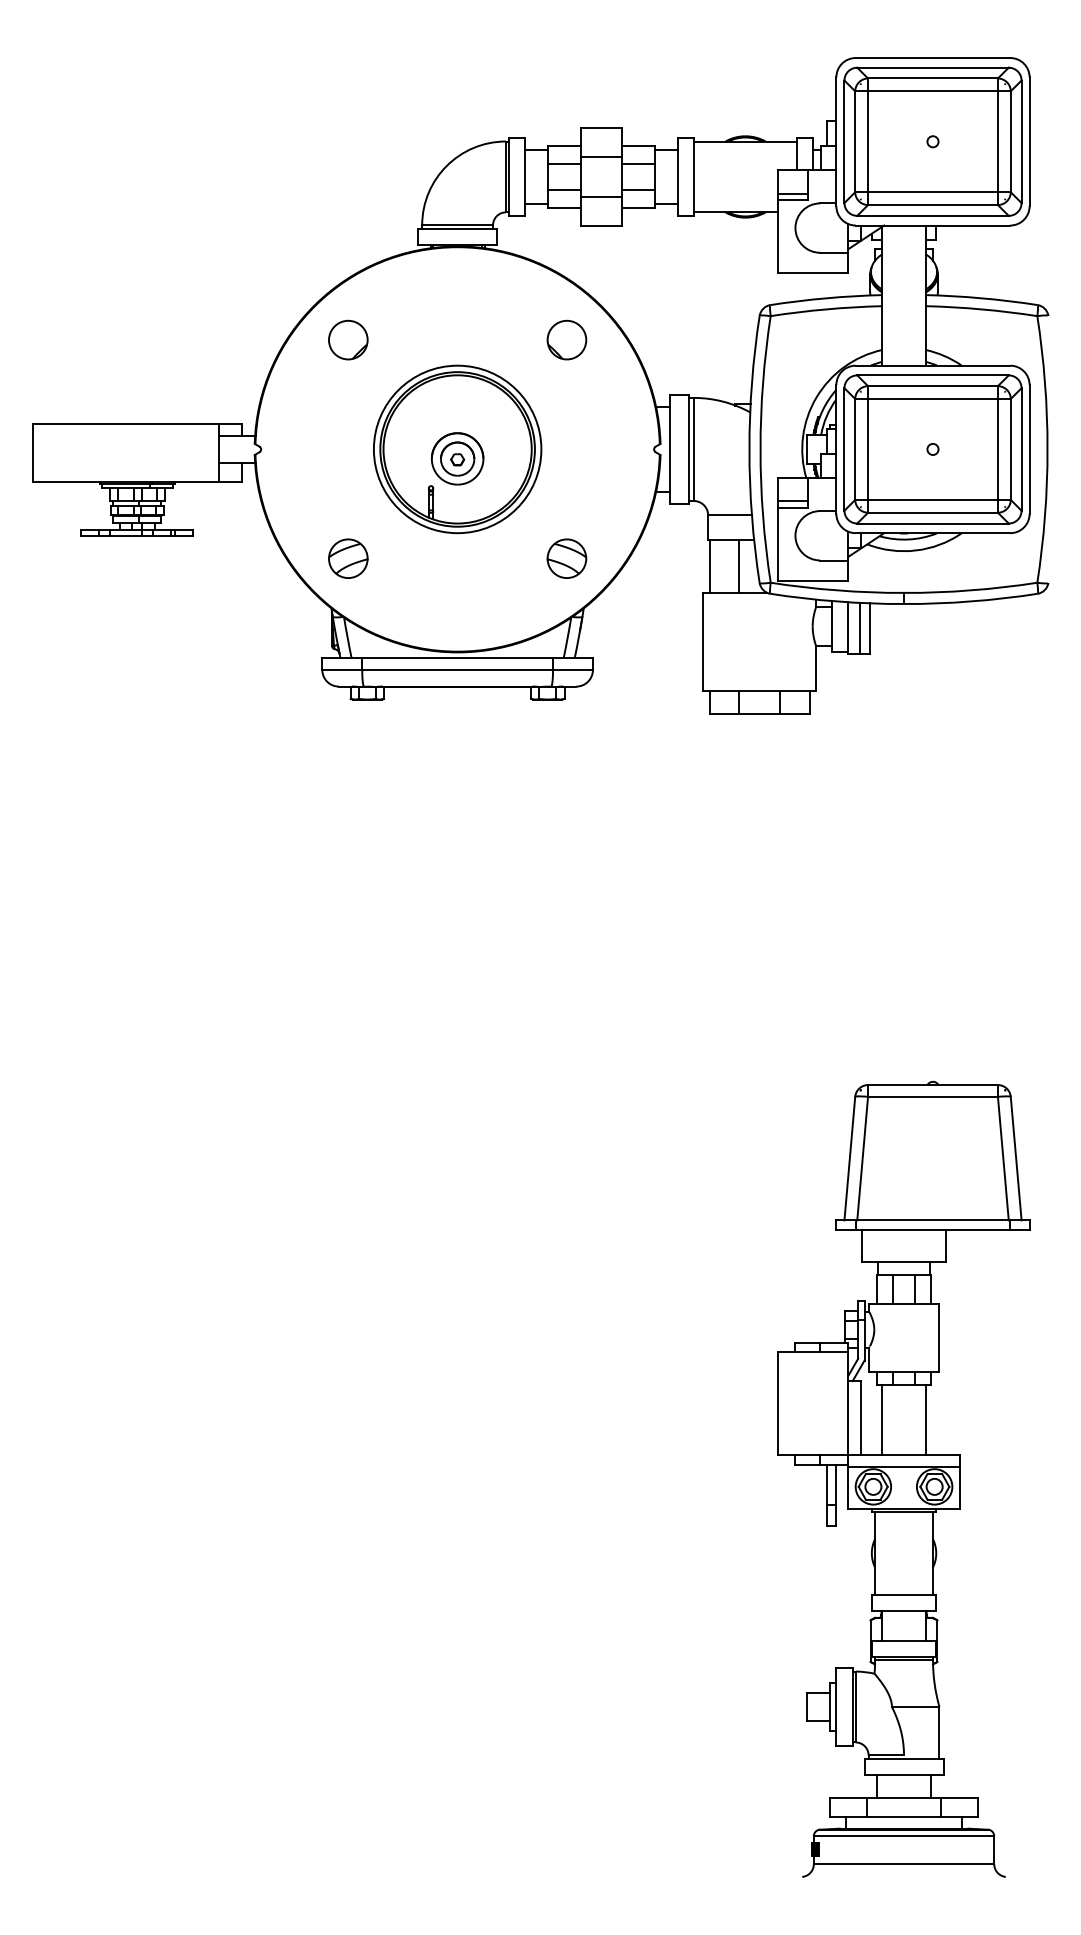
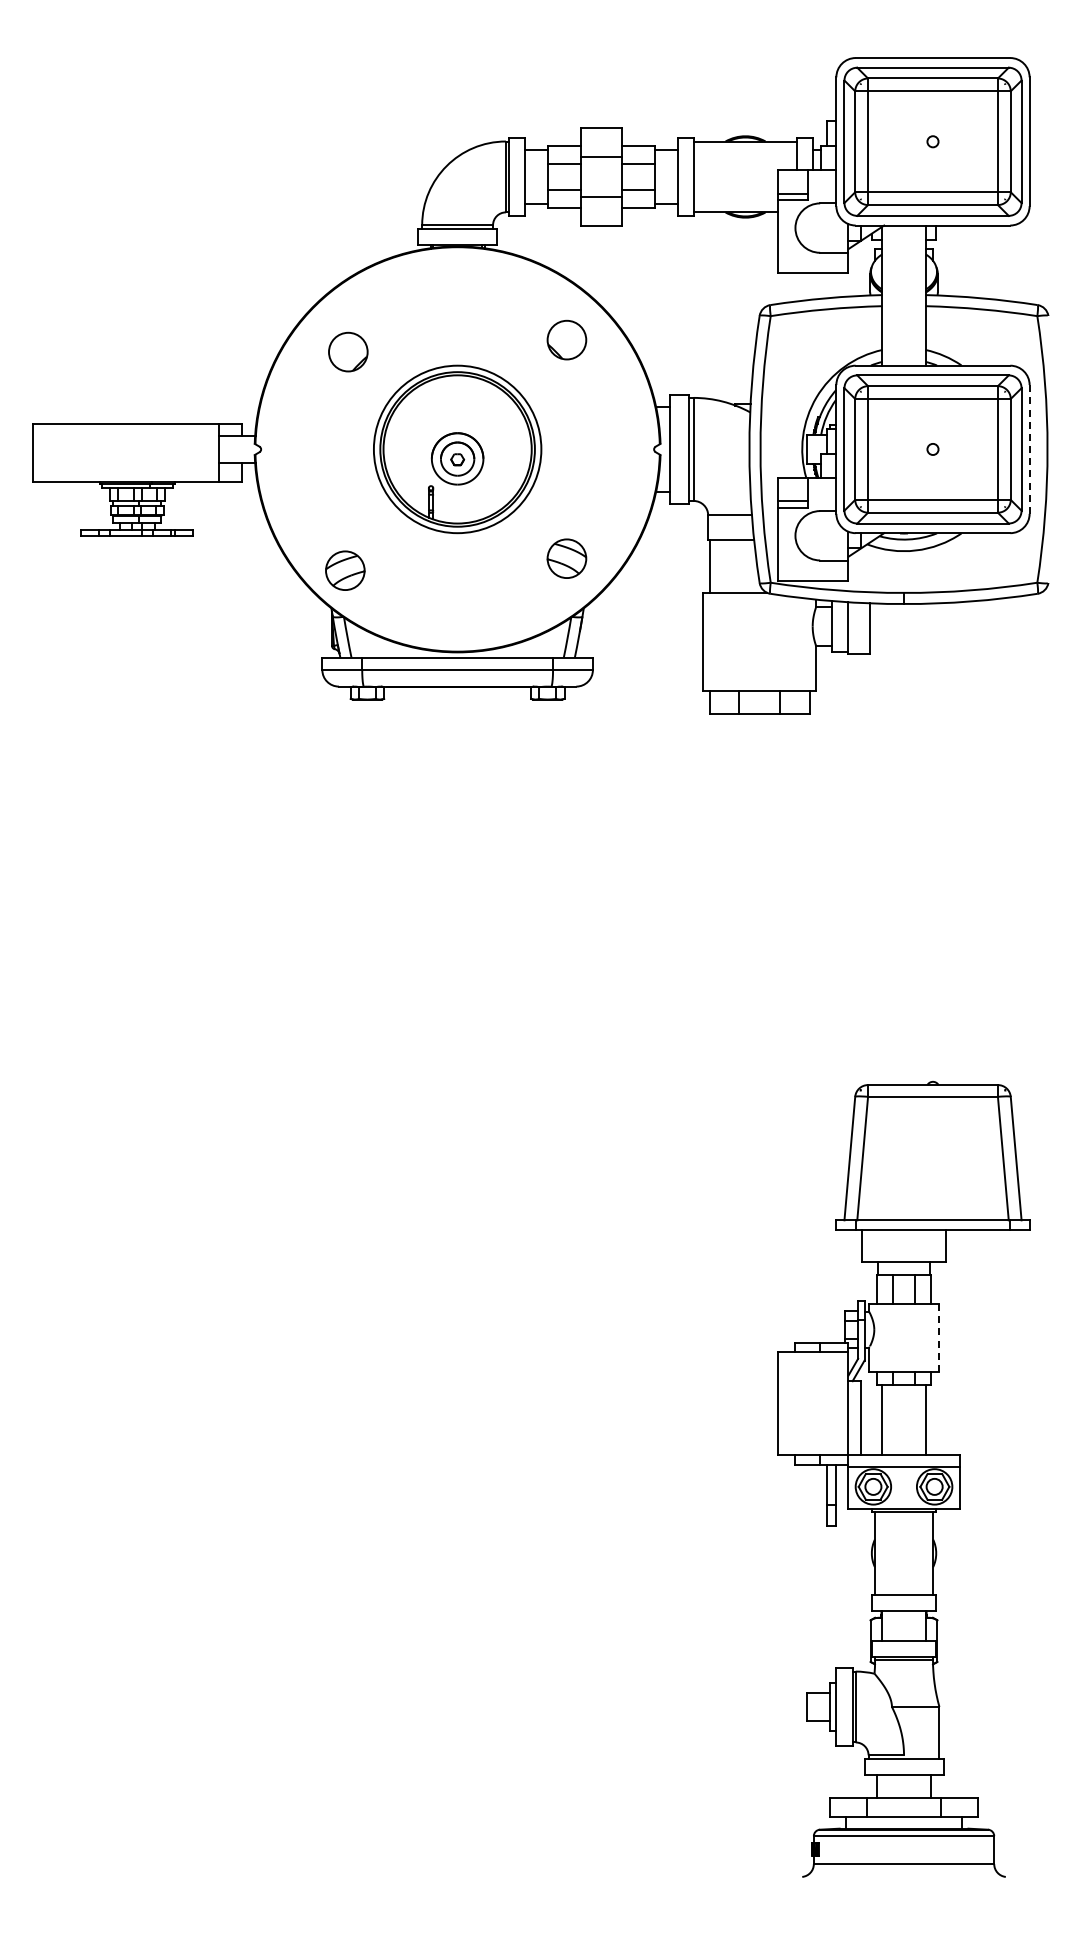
part at (348, 339) position: (348, 339) -> (348, 351)
line at (1029, 448): solid -> dashed
part at (348, 558) position: (348, 558) -> (345, 570)
line at (739, 565): present -> none
line at (860, 627): present -> none
line at (938, 1337): solid -> dashed
